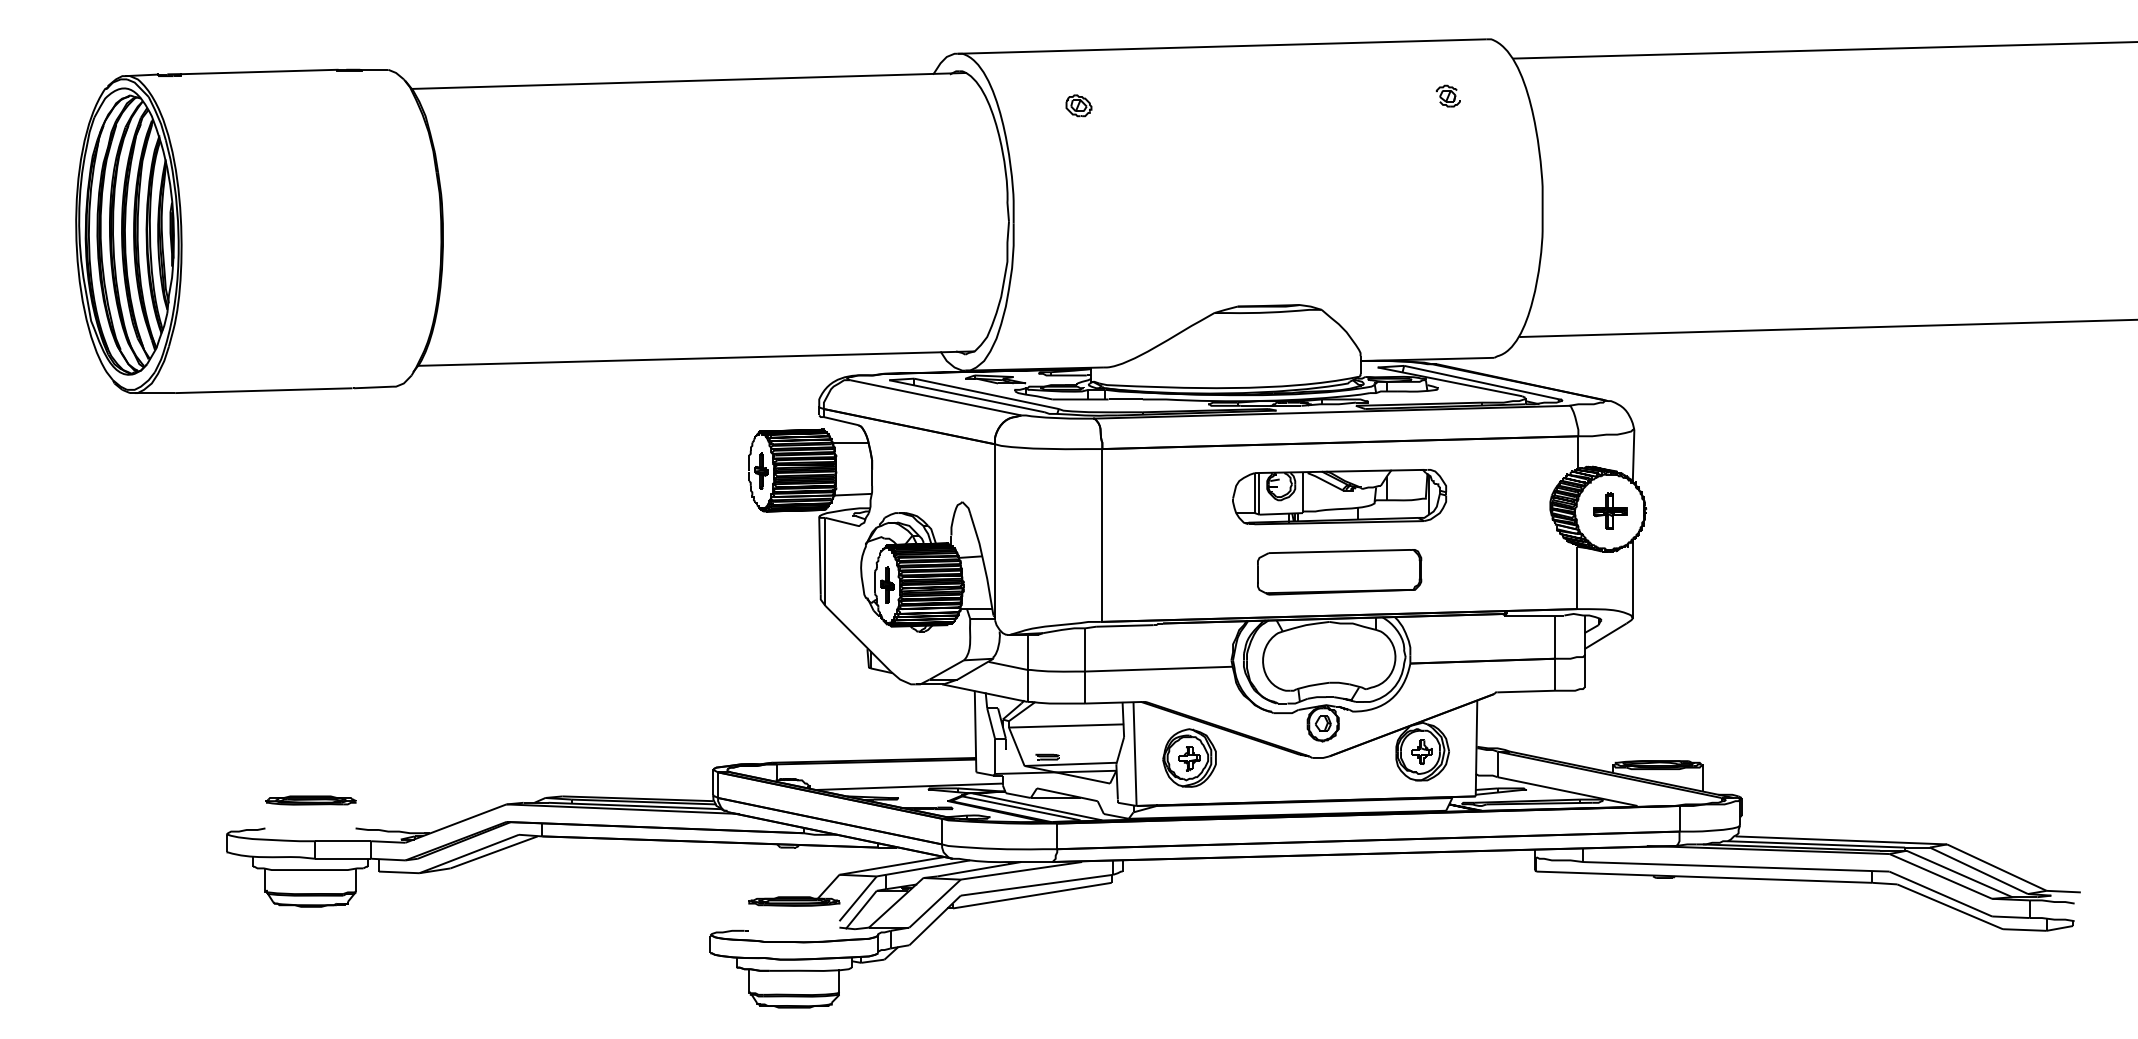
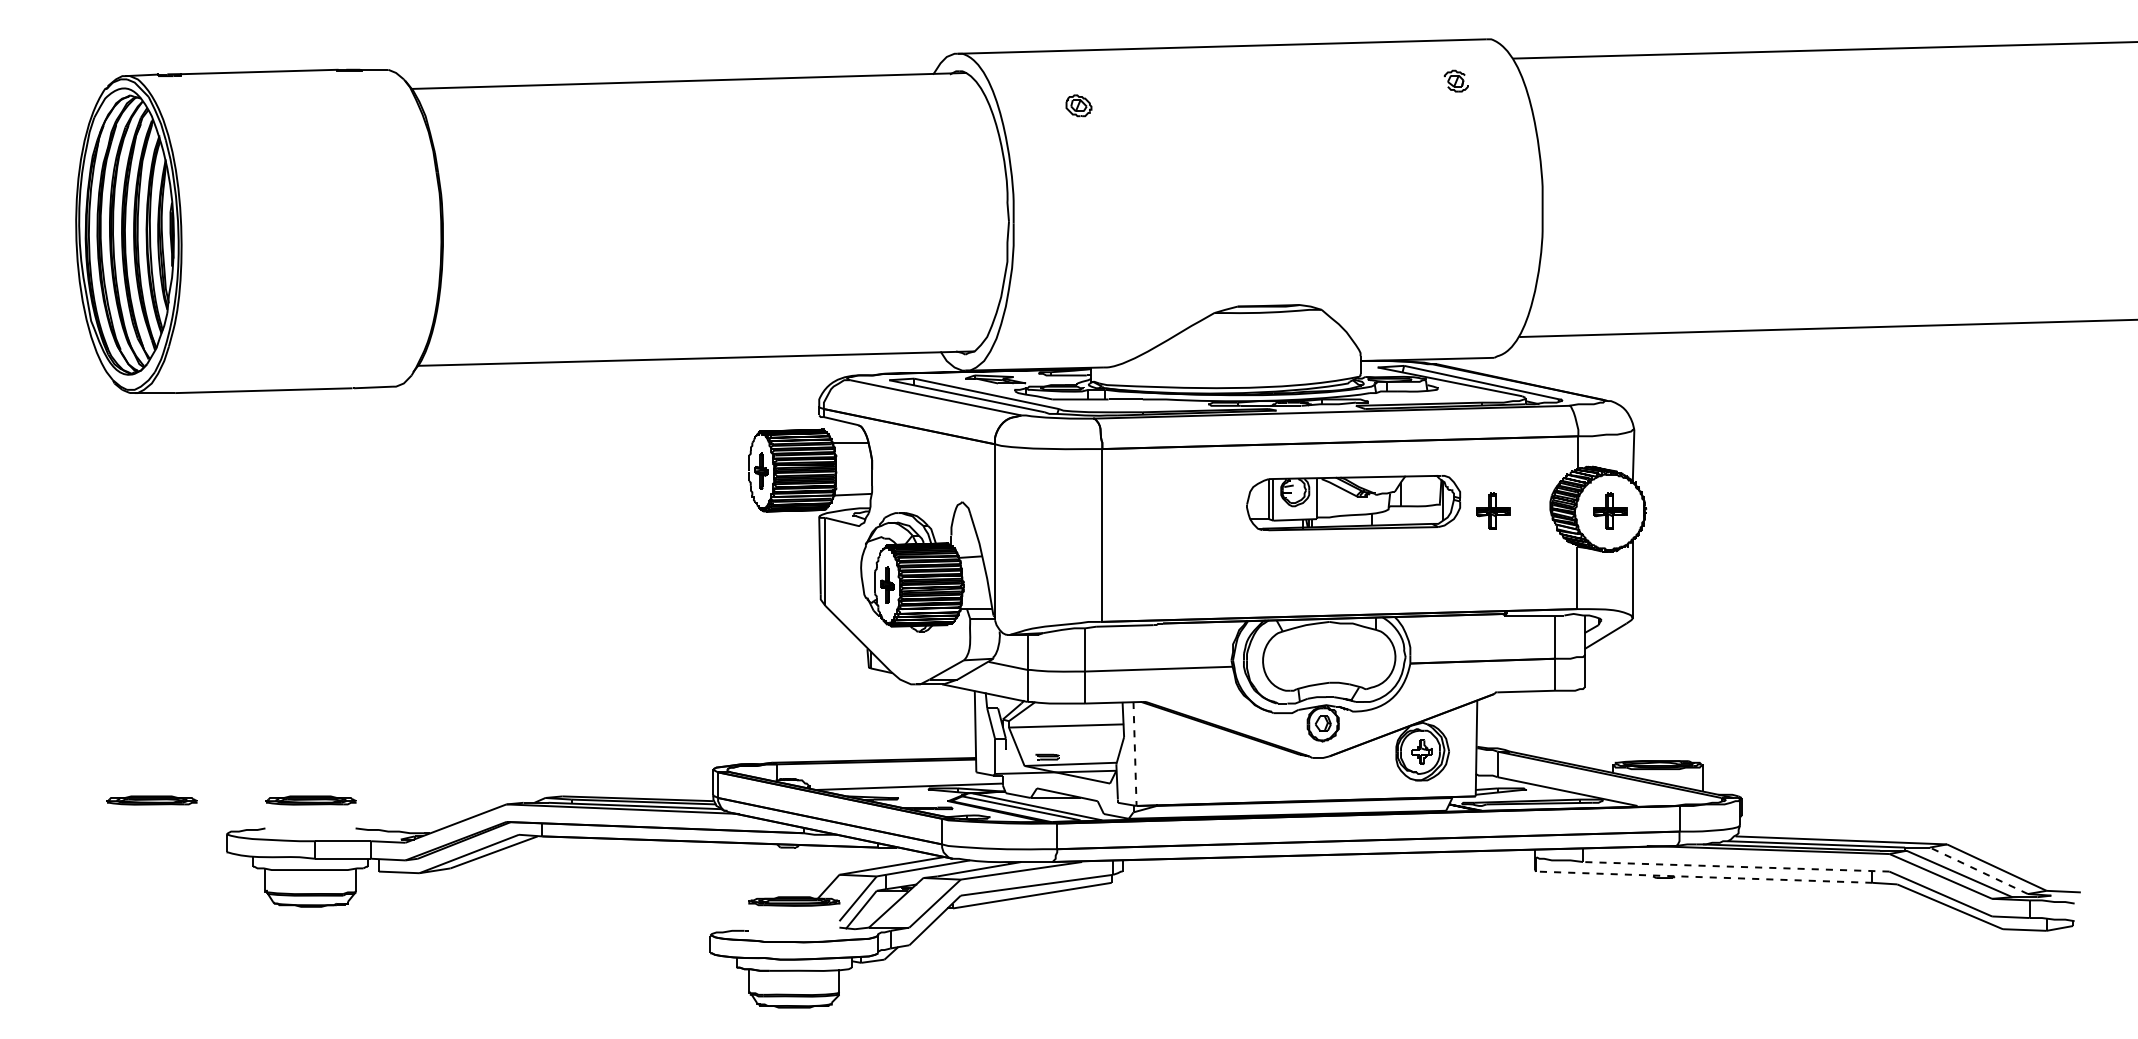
part at (1447, 95) position: (1447, 95) -> (1455, 80)
part at (1339, 497) position: (1339, 497) -> (1353, 503)
part at (1493, 510): none -> present
part at (1339, 572): present -> none
line at (1135, 754): solid -> dashed
part at (1189, 757): present -> none
part at (151, 800): none -> present
line at (1735, 866): solid -> dashed
line at (1978, 870): solid -> dashed
line at (1703, 877): solid -> dashed
